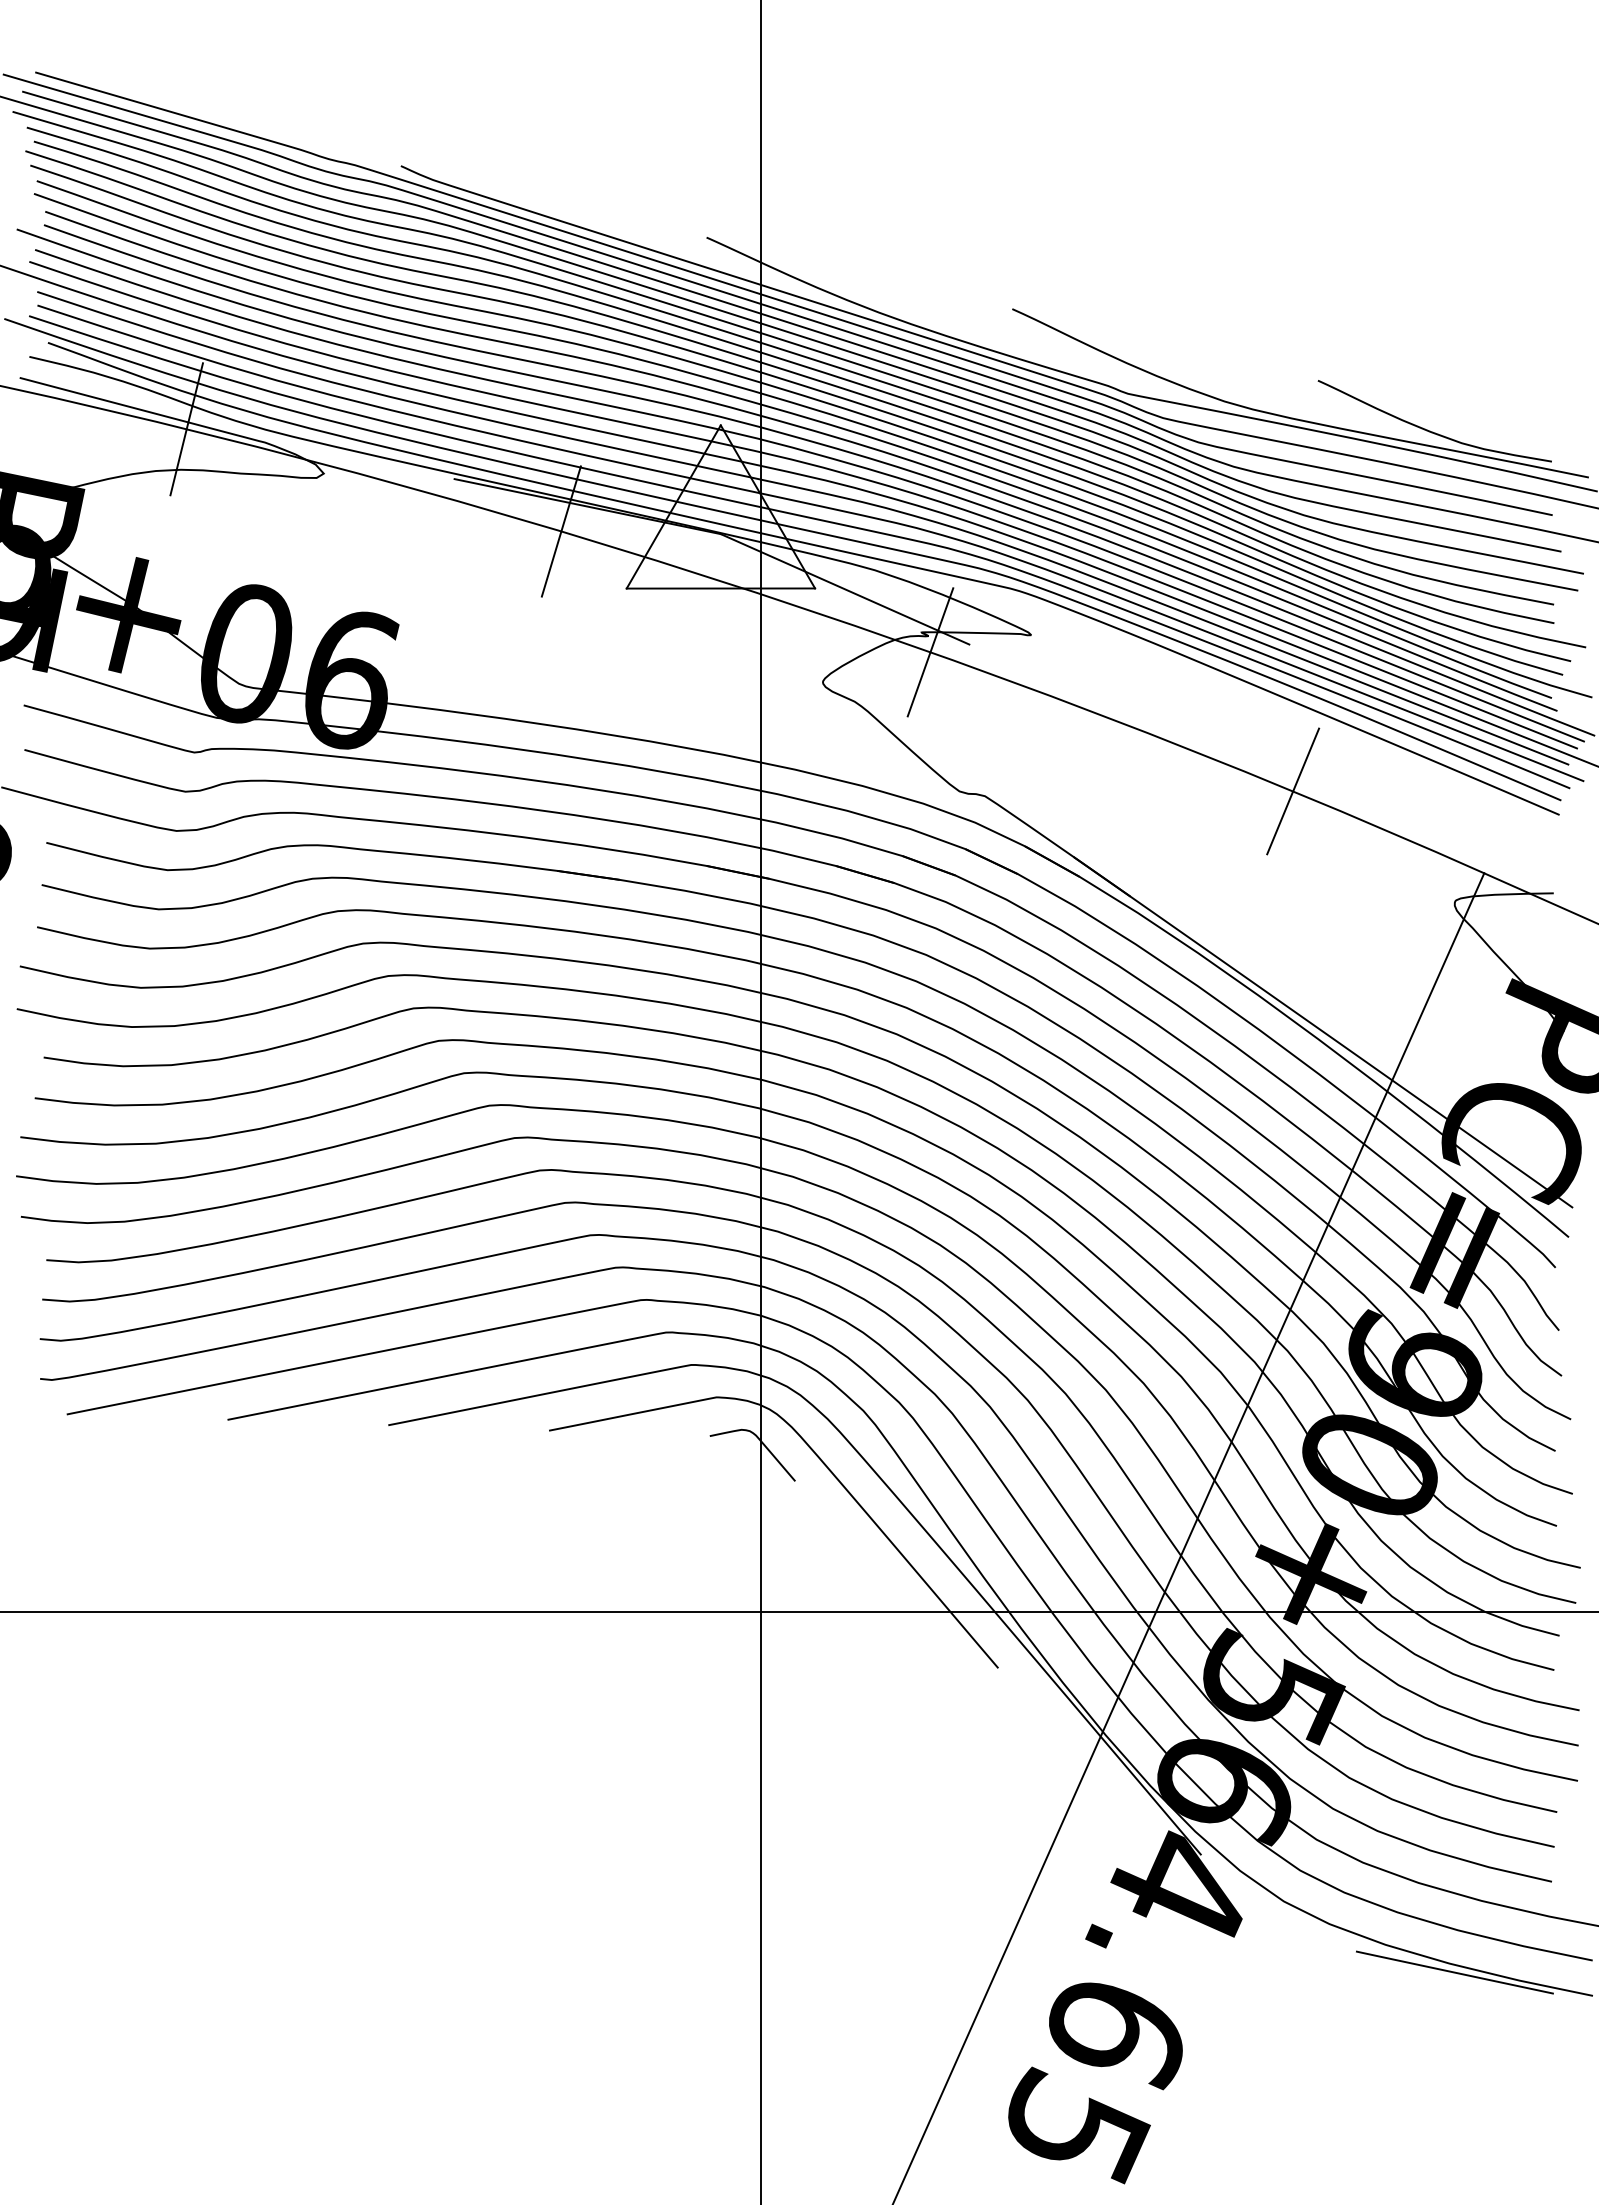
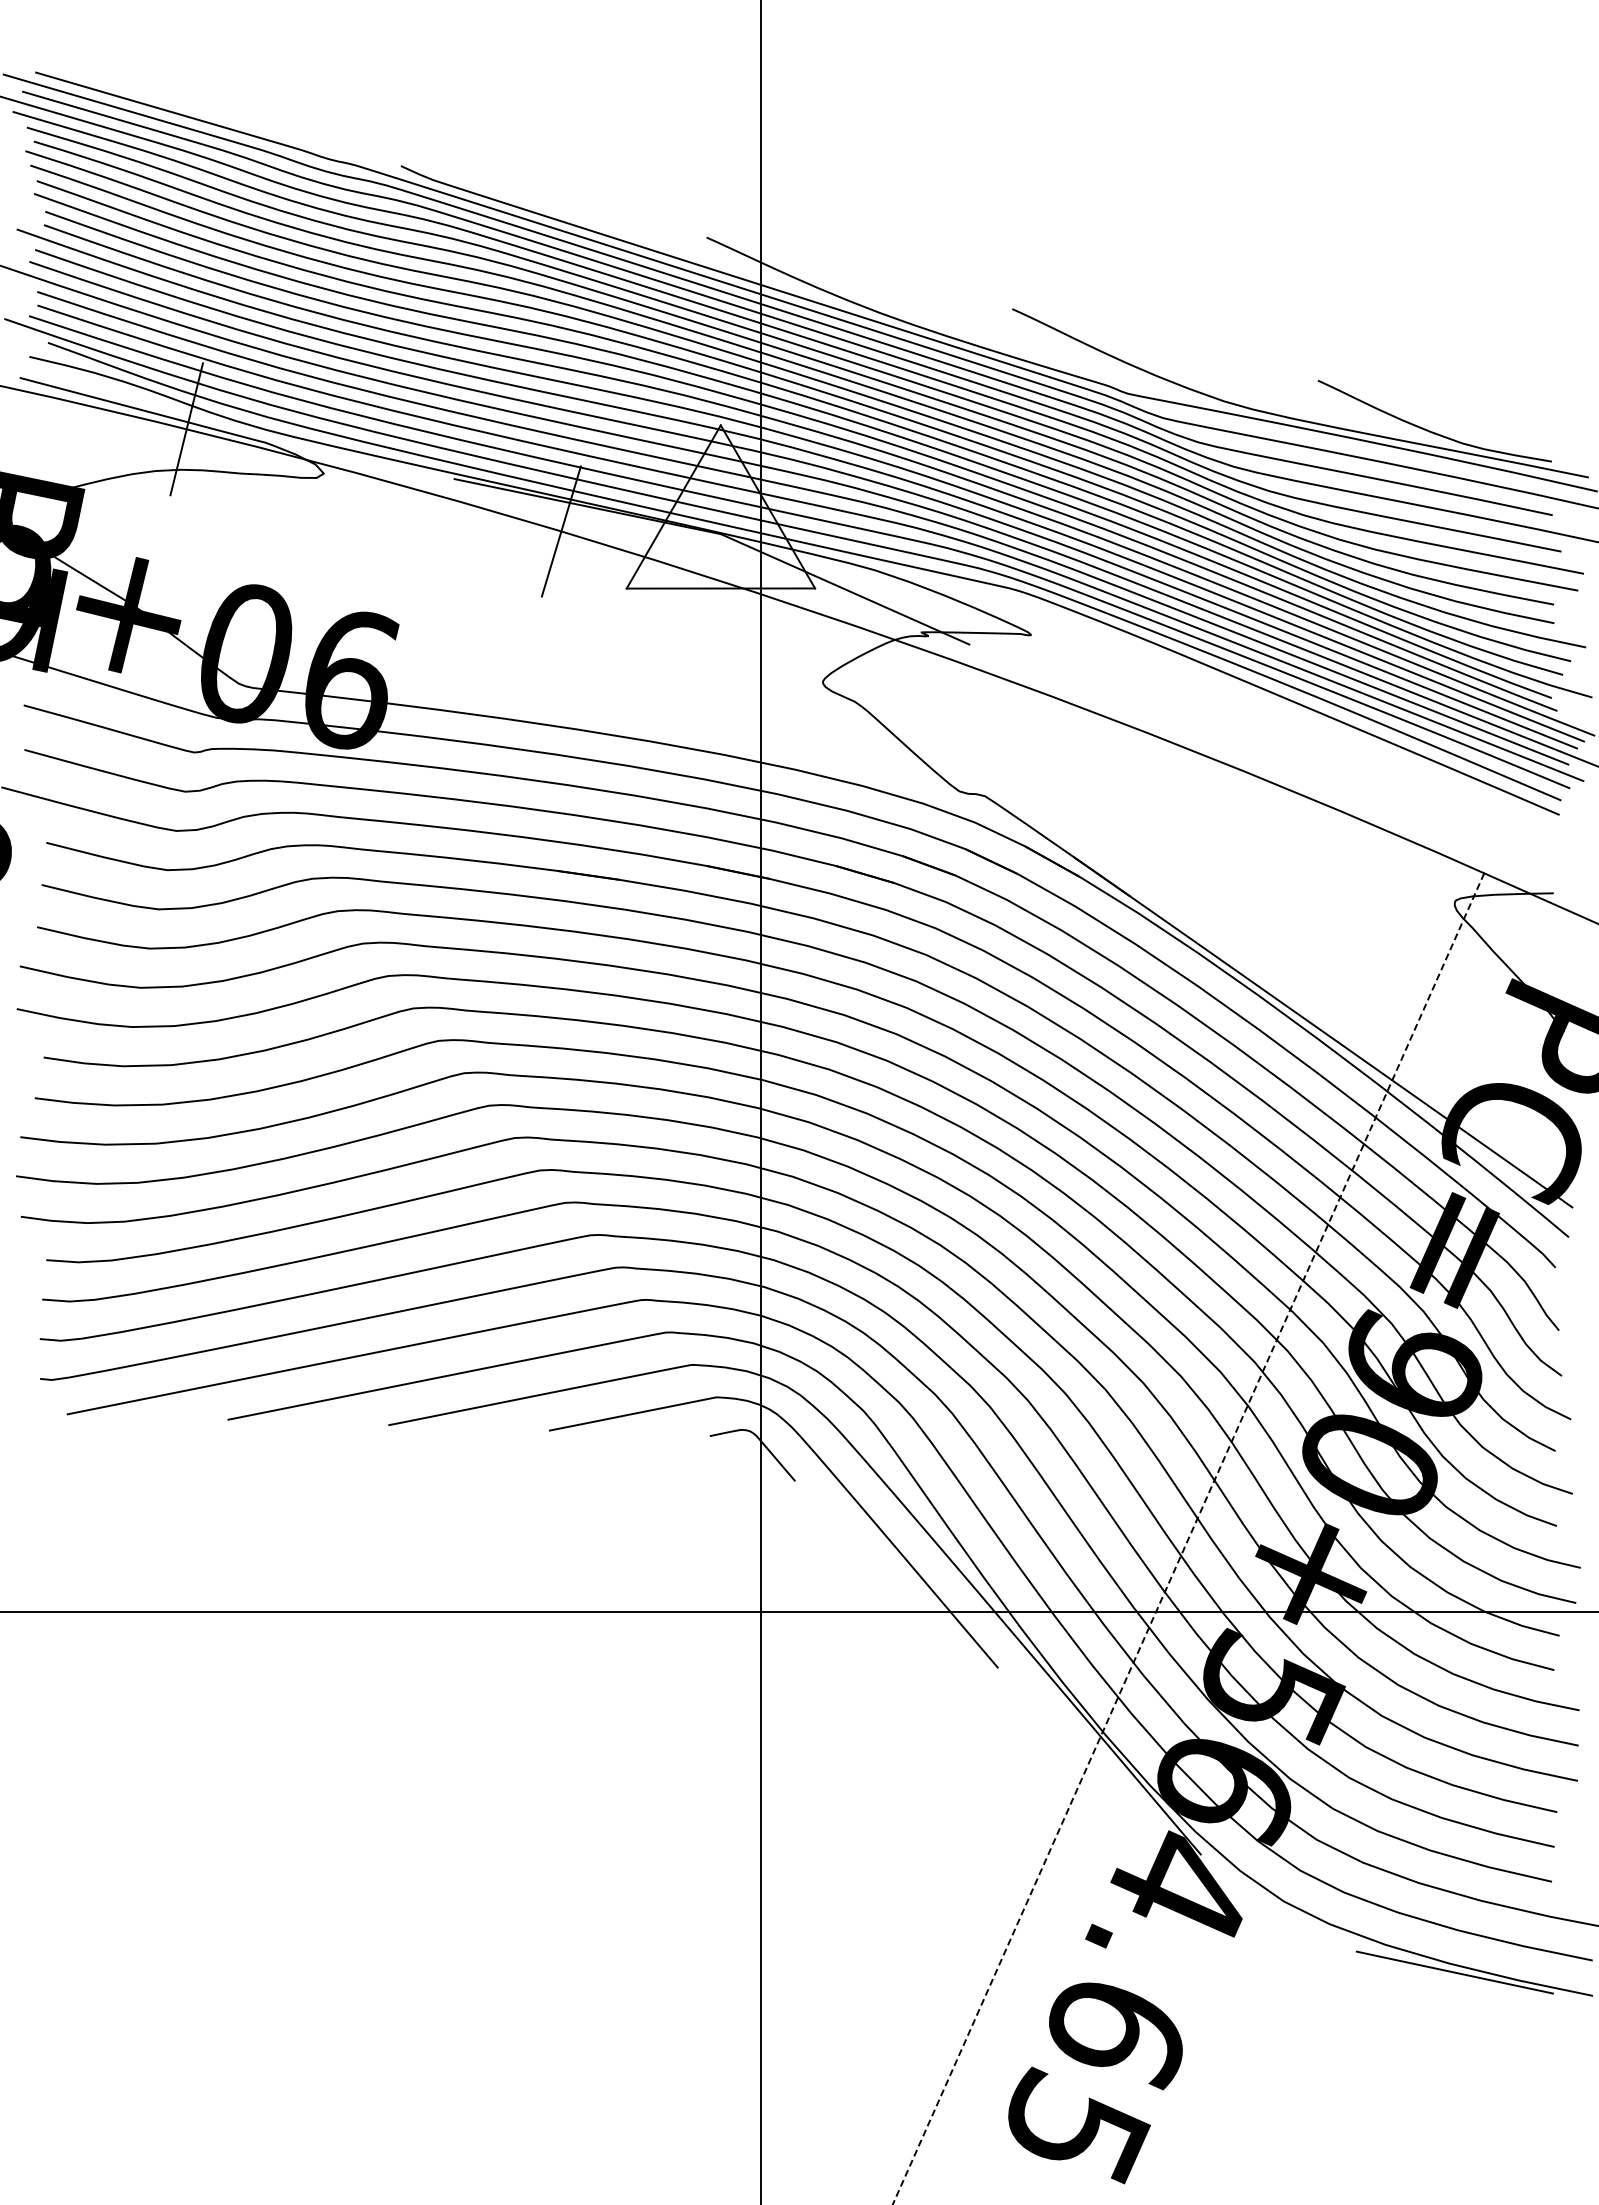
line at (930, 652): present -> none
line at (1293, 791): present -> none
line at (1188, 1539): solid -> dashed
